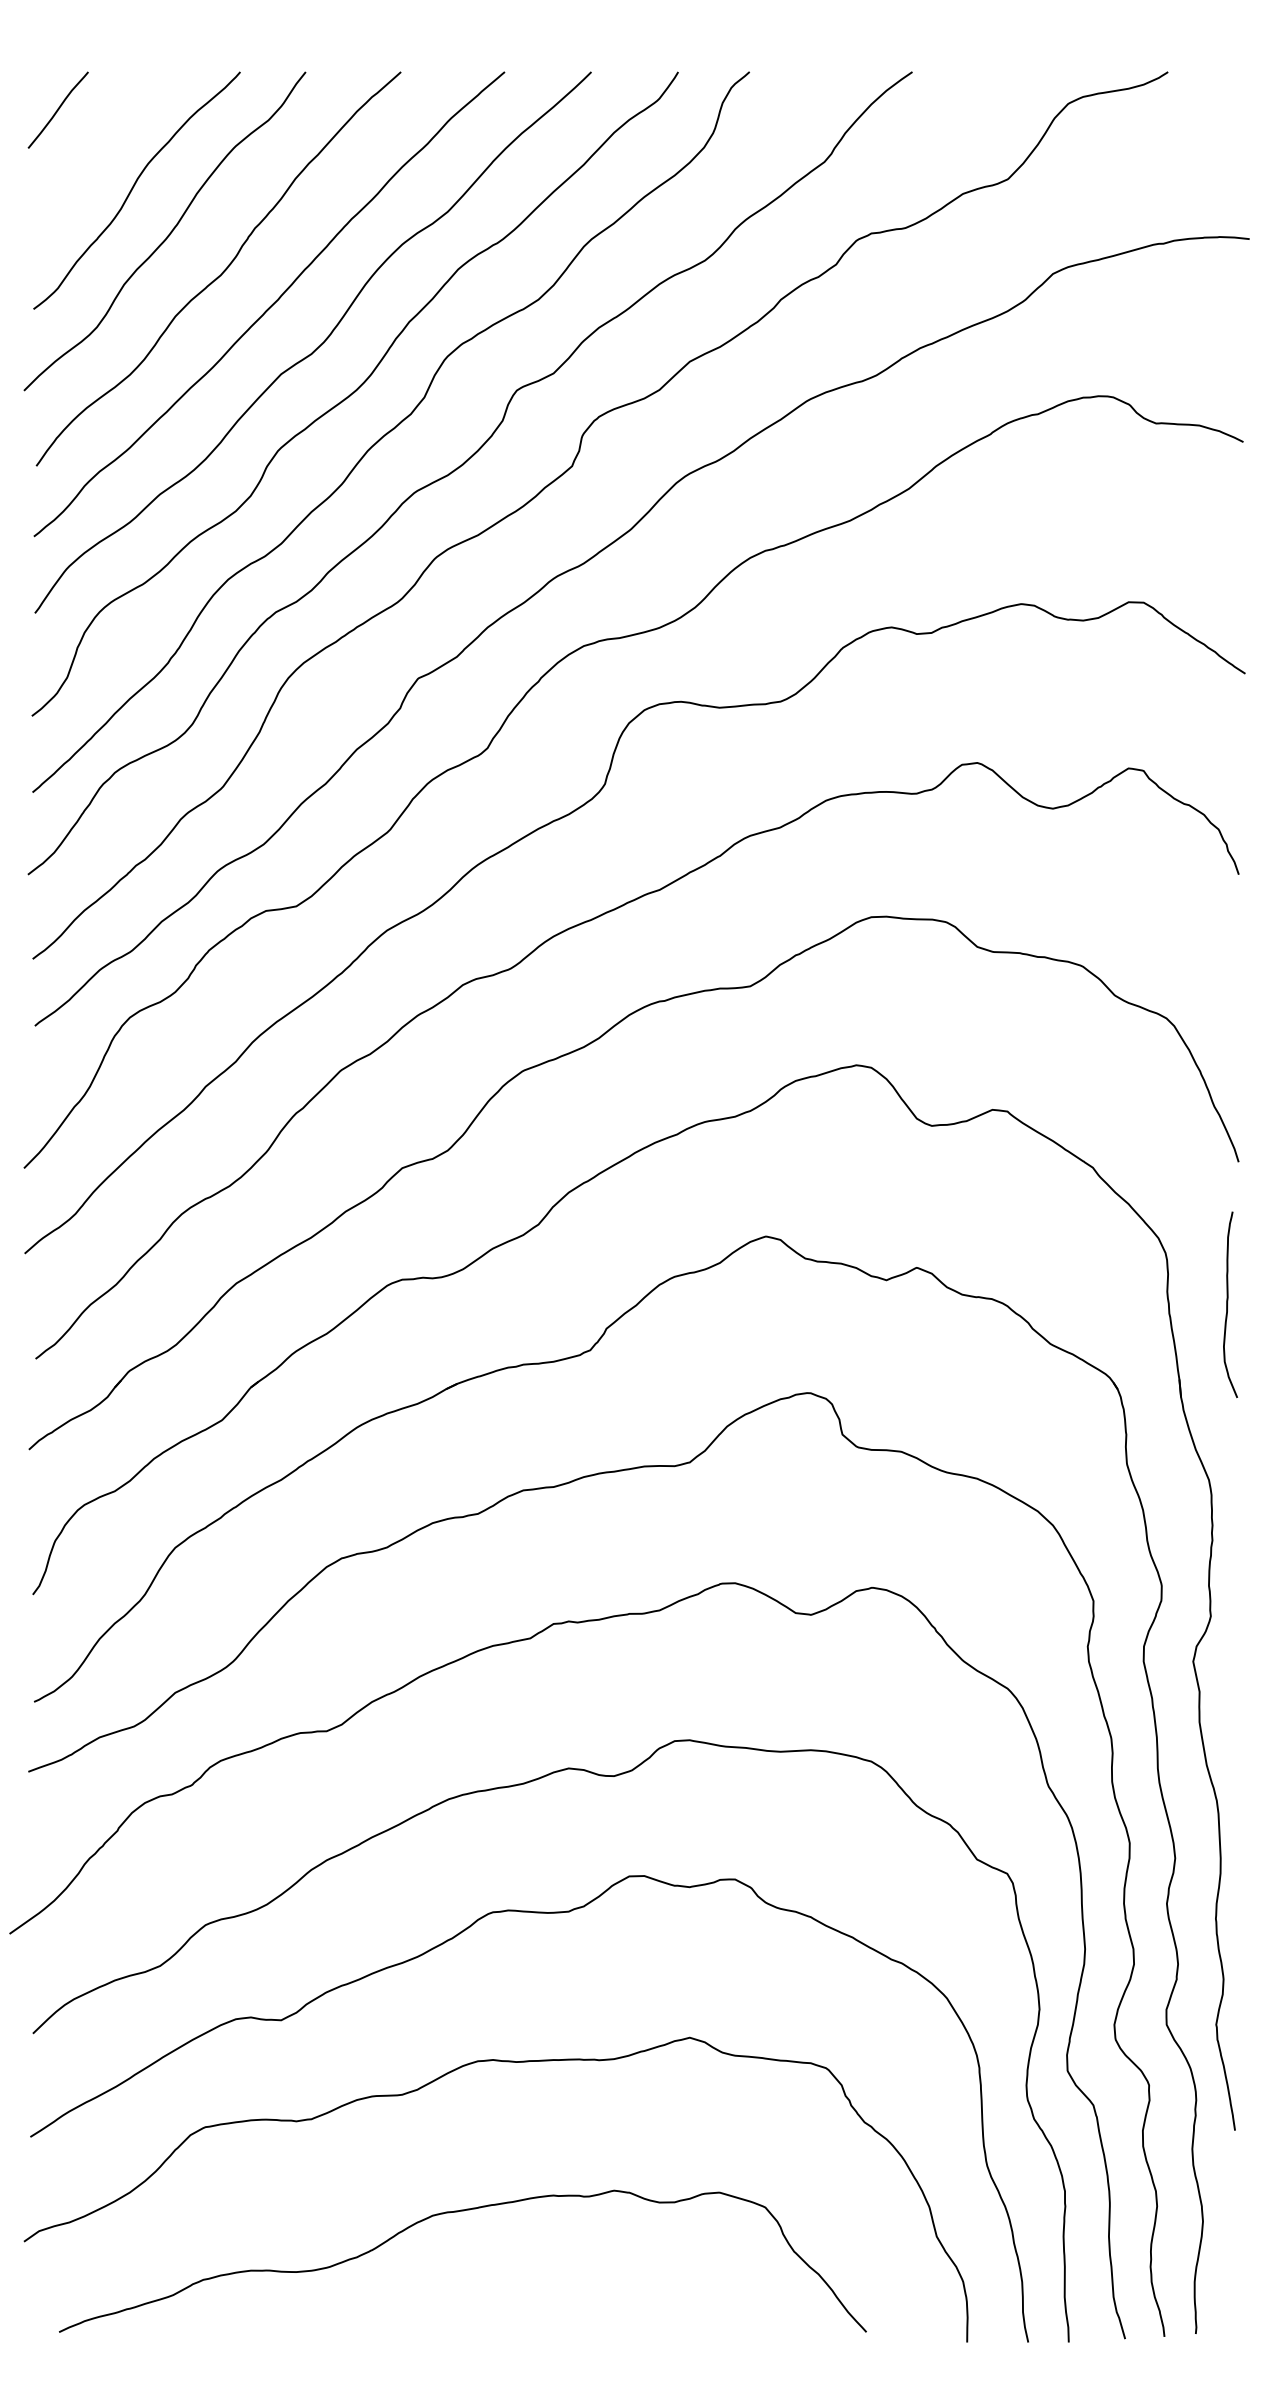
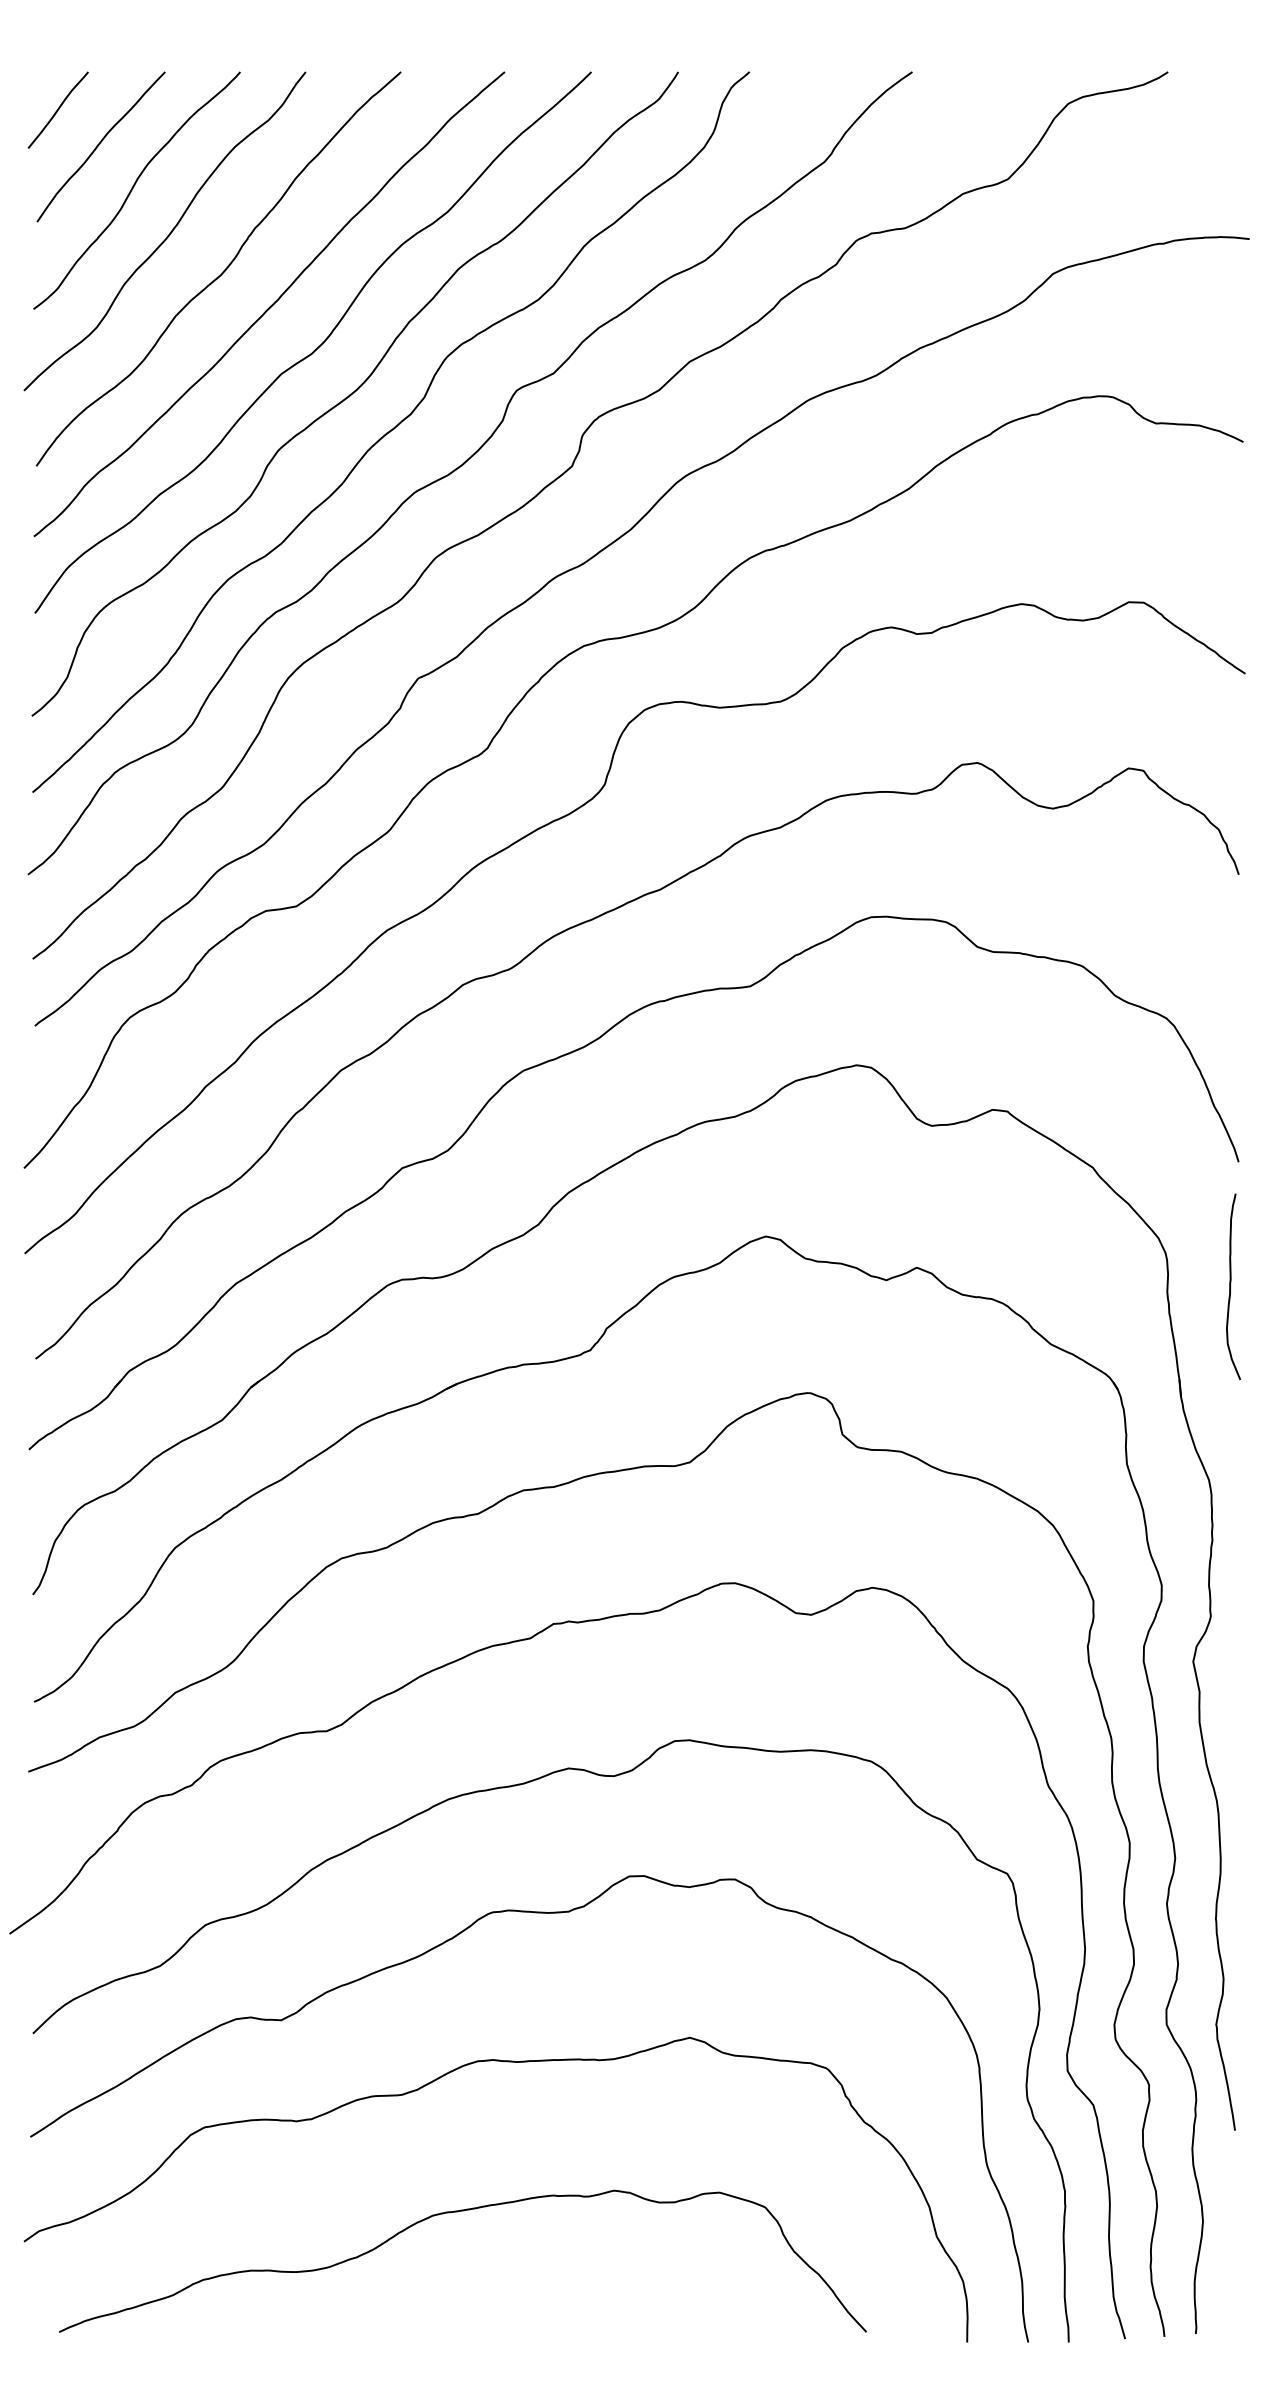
curve at (99, 145): none -> present
curve at (1228, 1304) position: (1228, 1304) -> (1231, 1286)
